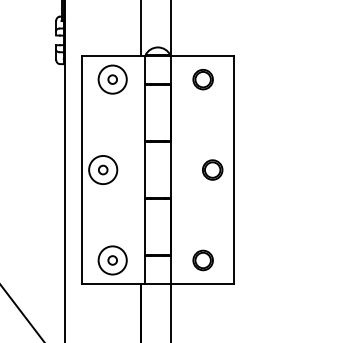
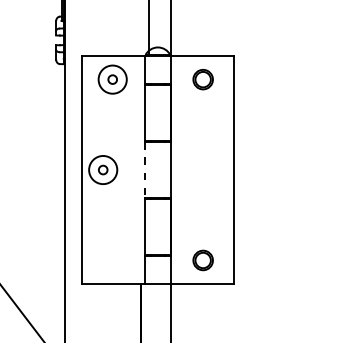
line at (141, 28) position: (141, 28) -> (149, 28)
part at (212, 169): present -> none
line at (144, 170): solid -> dashed
part at (112, 260): present -> none
